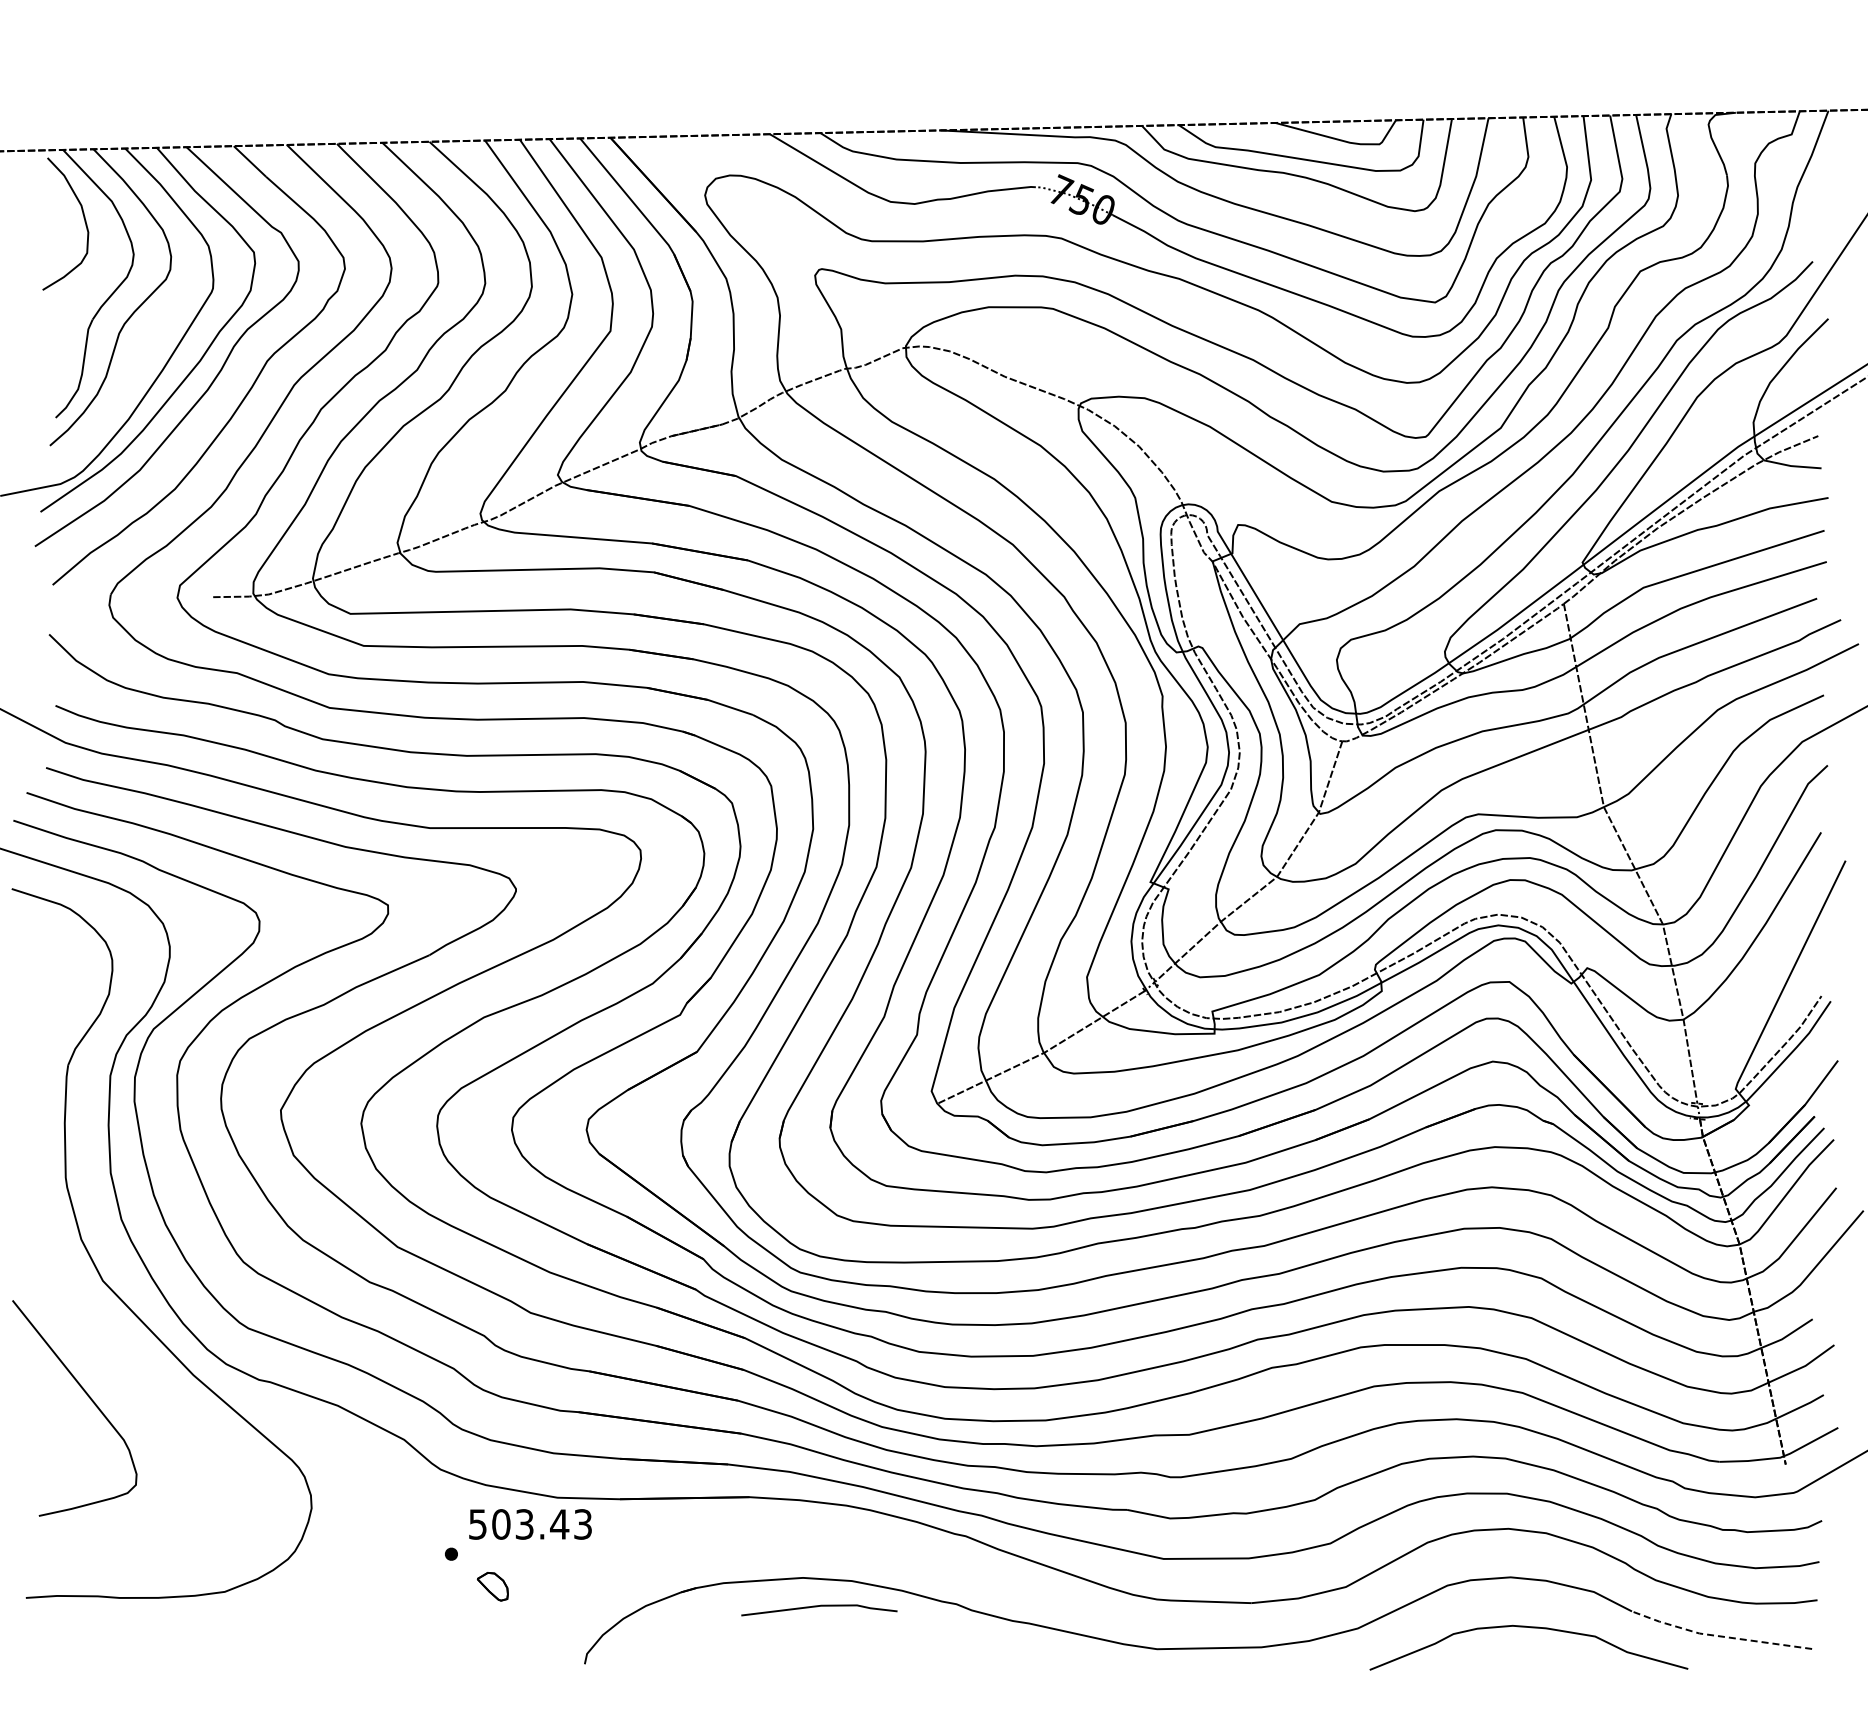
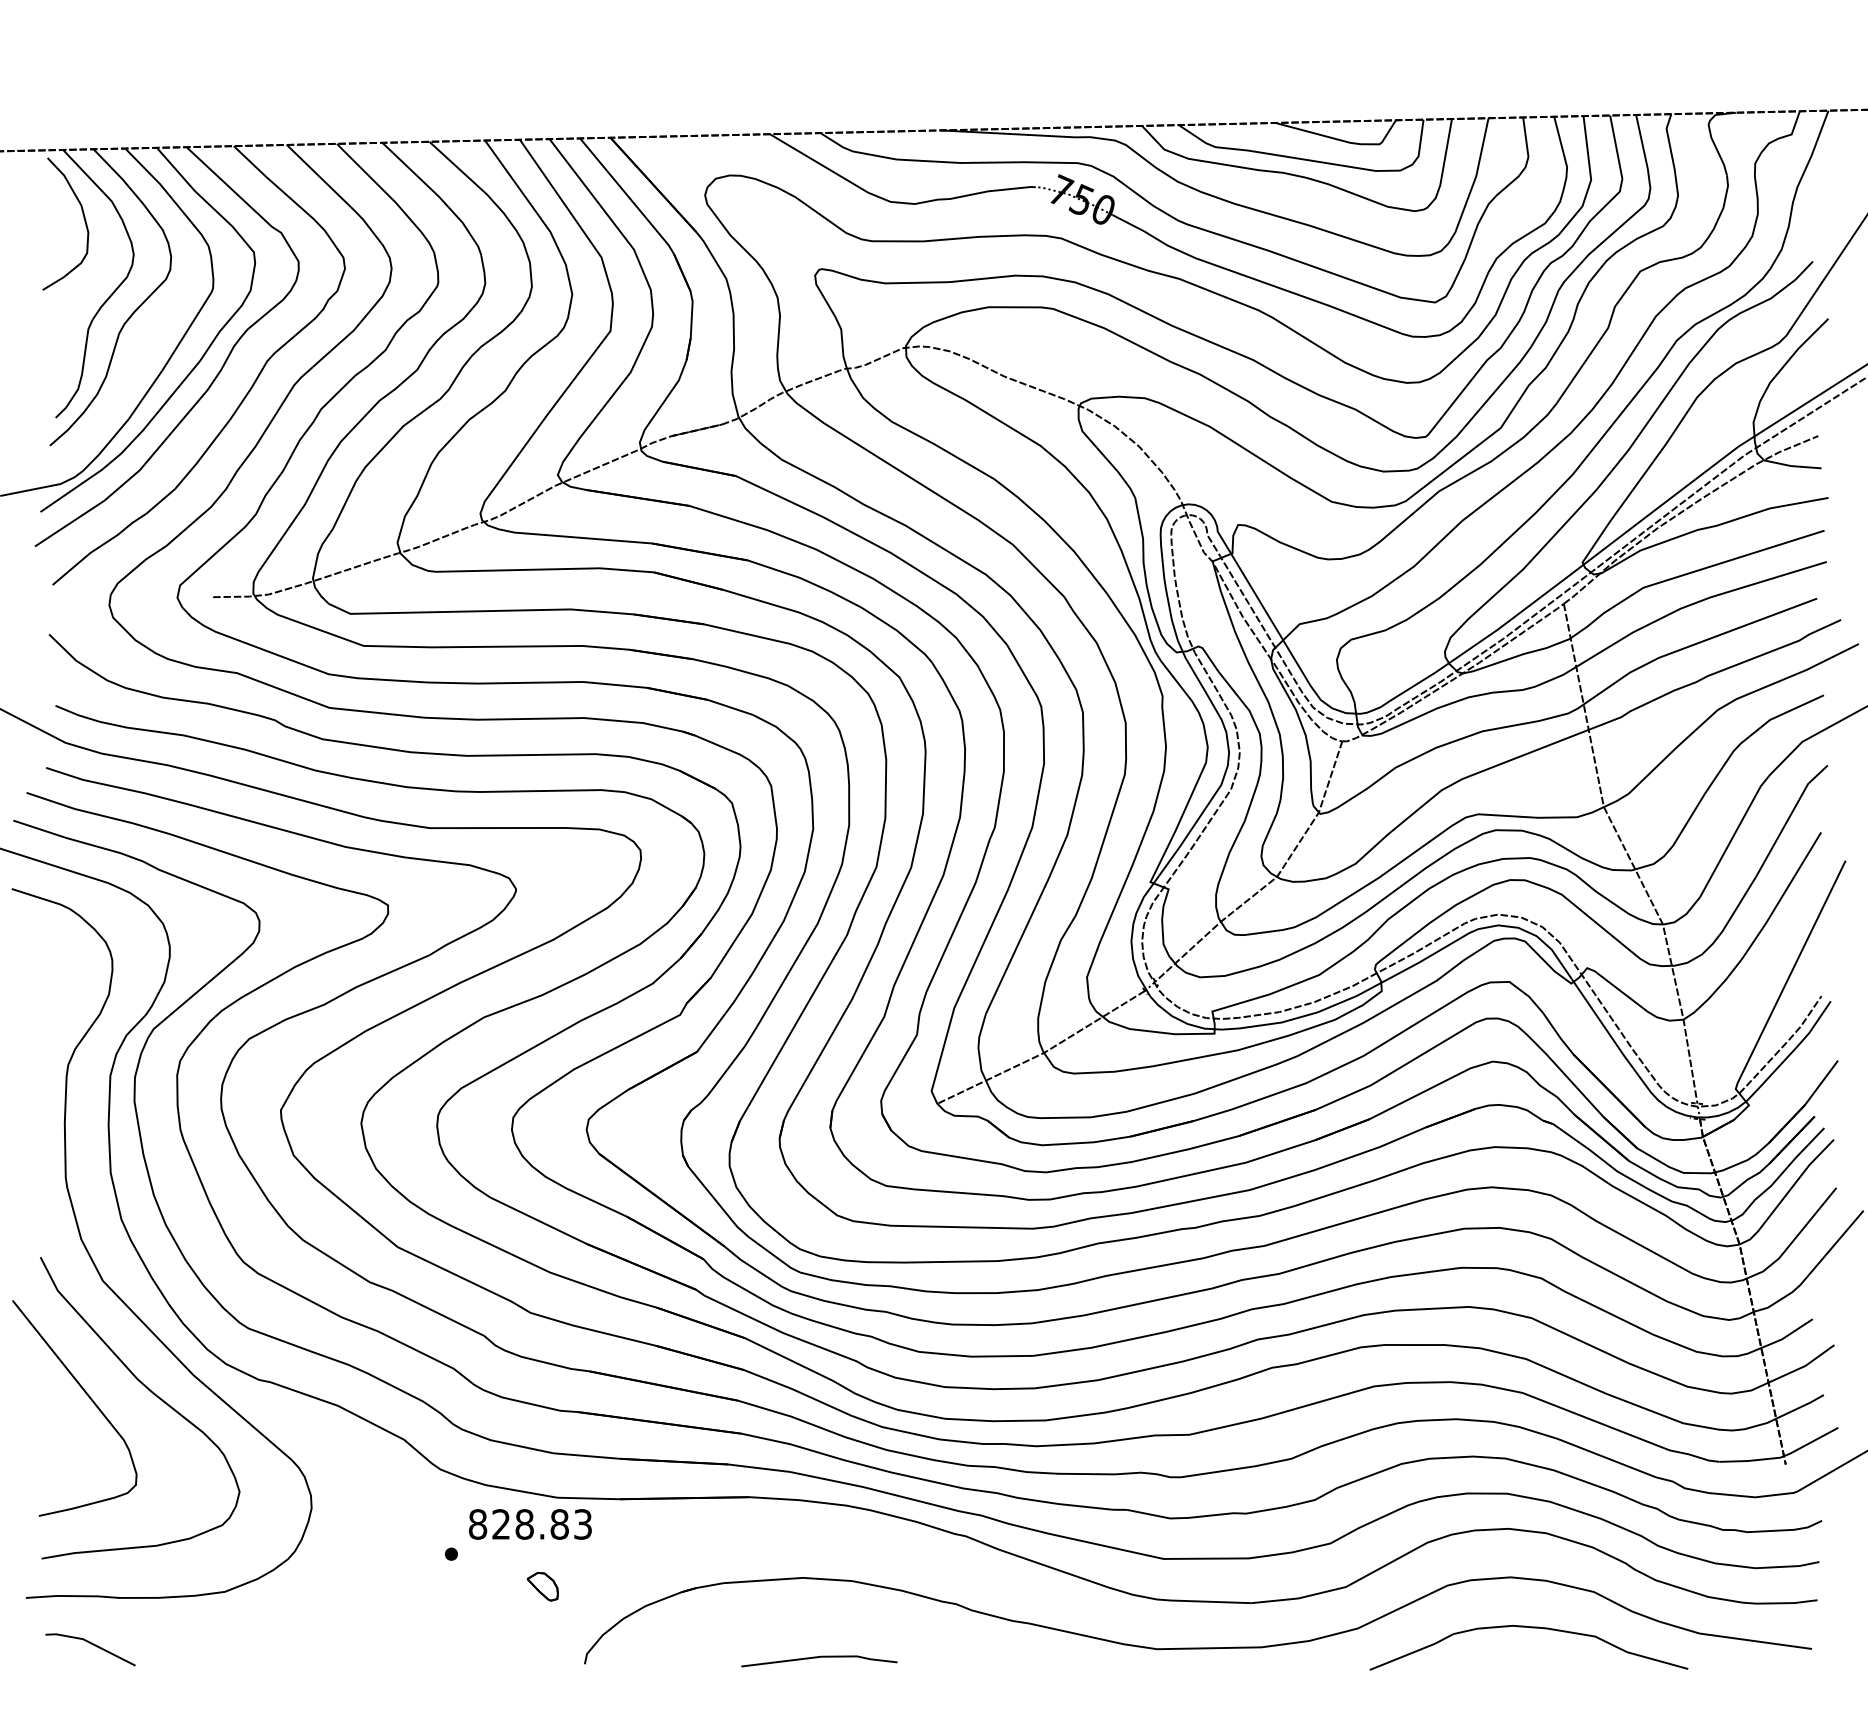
curve at (153, 1394): none -> present
text at (518, 1524): 503.43 -> 828.83
part at (492, 1586) position: (492, 1586) -> (542, 1586)
line at (817, 1607) position: (817, 1607) -> (817, 1658)
line at (1719, 1636): dashed -> solid
line at (93, 1645): none -> present
